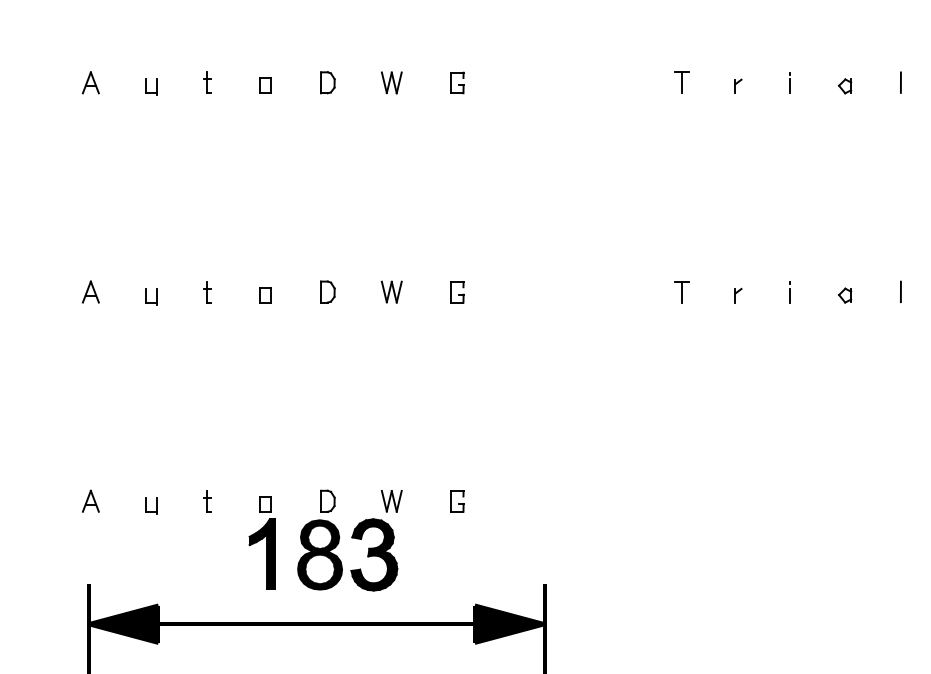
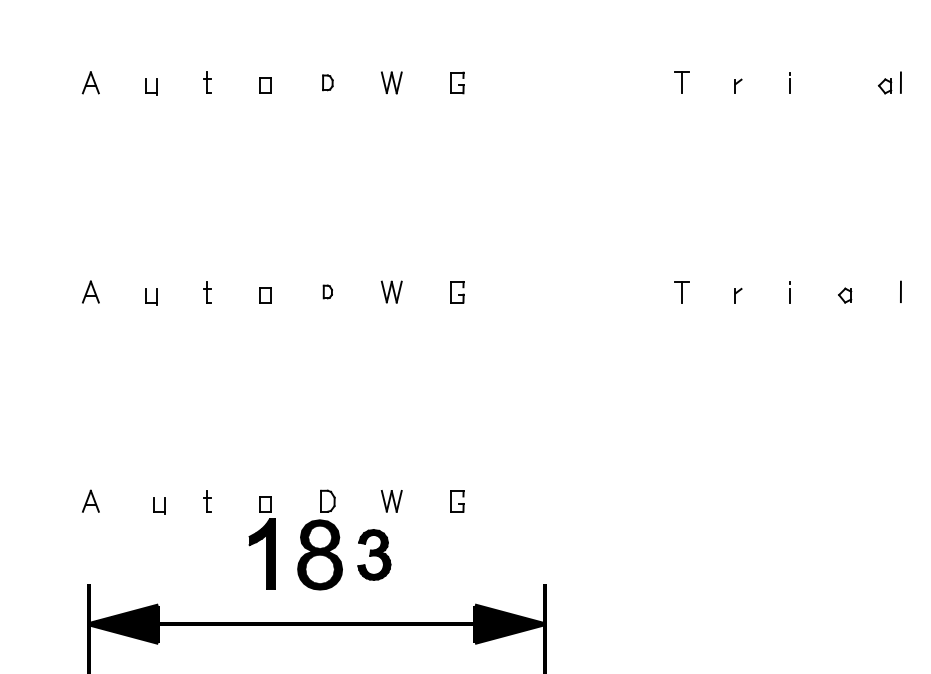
part at (327, 82) size: 16x24 px -> 12x18 px
part at (844, 86) position: (844, 86) -> (884, 86)
part at (327, 291) size: 16x24 px -> 11x16 px
part at (151, 505) position: (151, 505) -> (159, 505)
part at (374, 554) size: 49x74 px -> 35x52 px
